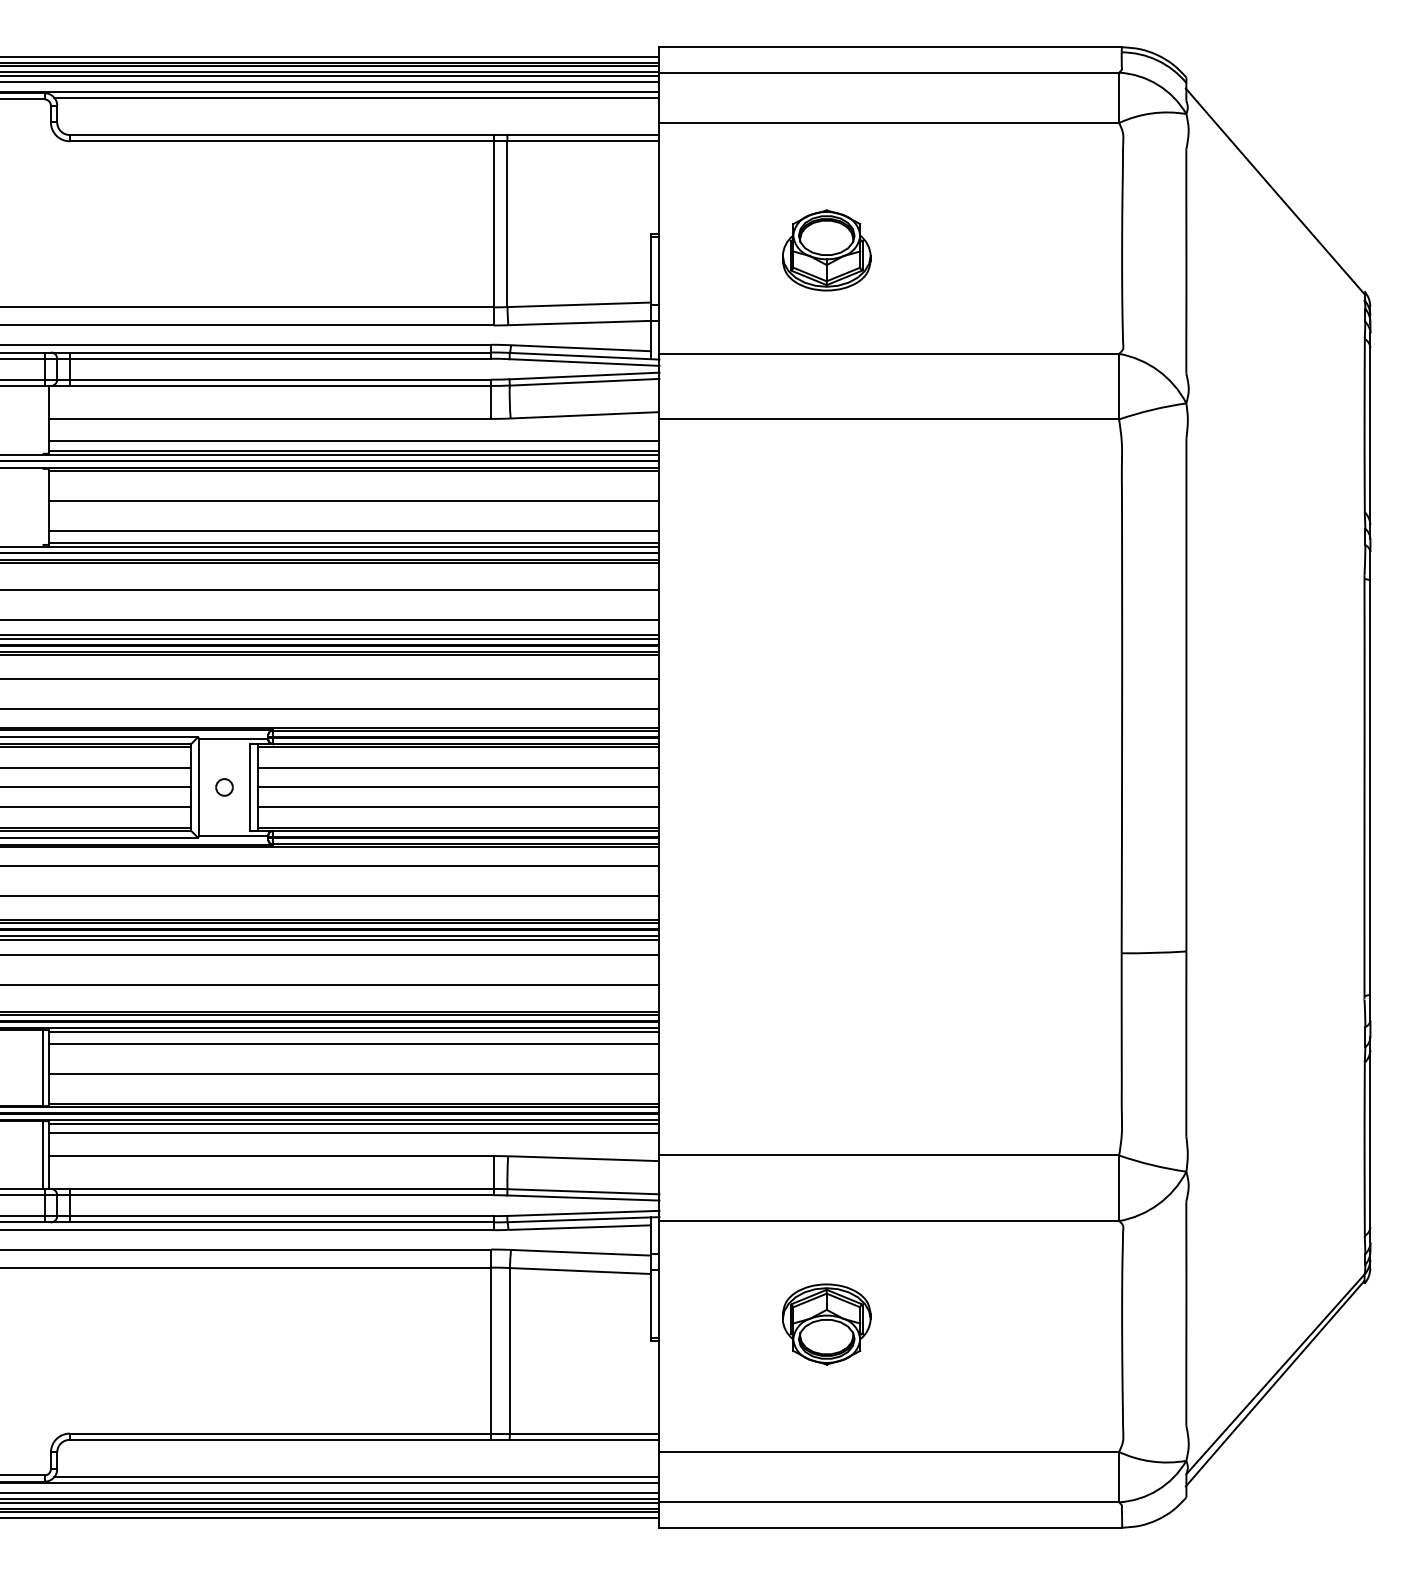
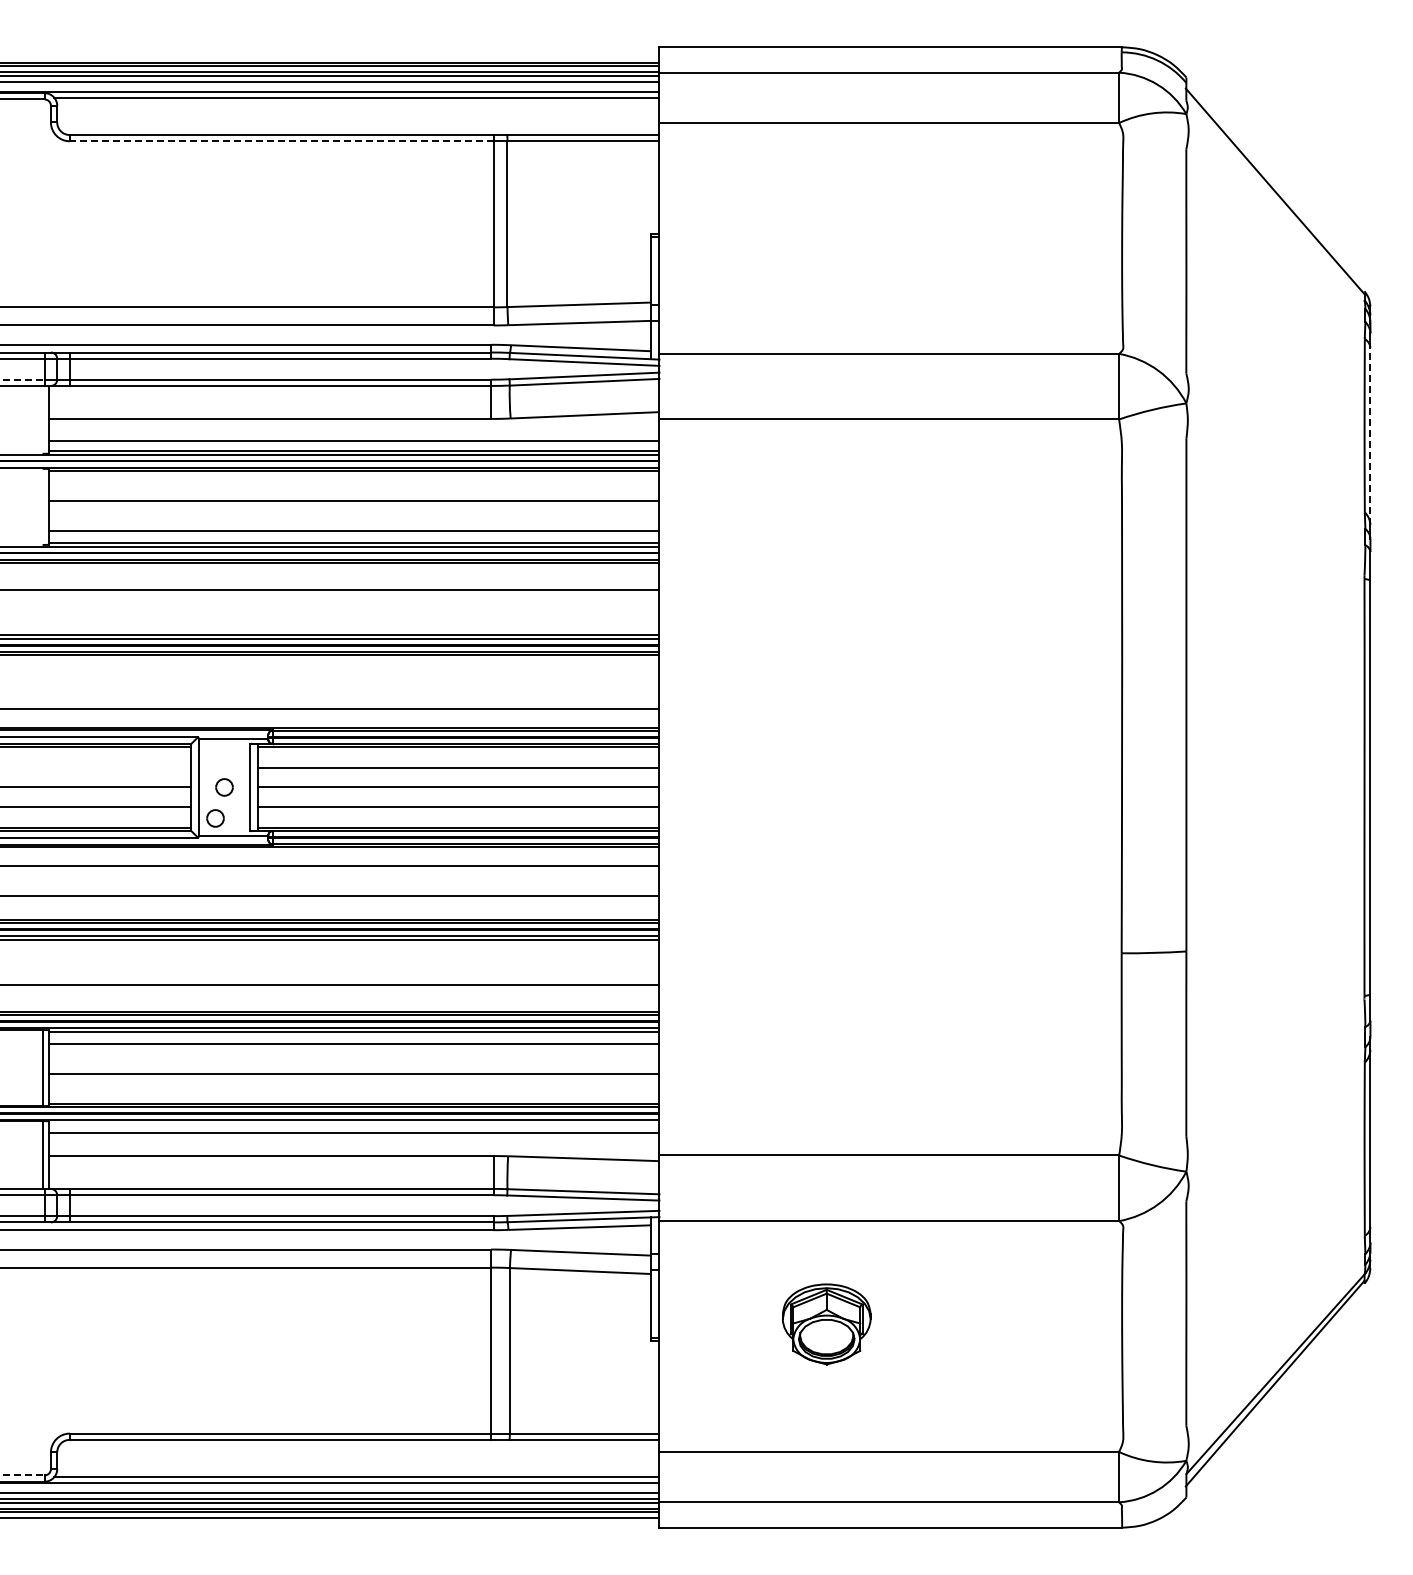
line at (330, 57): present -> none
line at (281, 141): solid -> dashed
part at (826, 250): present -> none
line at (22, 379): solid -> dashed
line at (1370, 436): solid -> dashed
line at (330, 620): present -> none
line at (330, 679): present -> none
line at (96, 768): present -> none
part at (215, 818): none -> present
line at (330, 954): present -> none
line at (353, 1123): present -> none
line at (22, 1475): solid -> dashed
